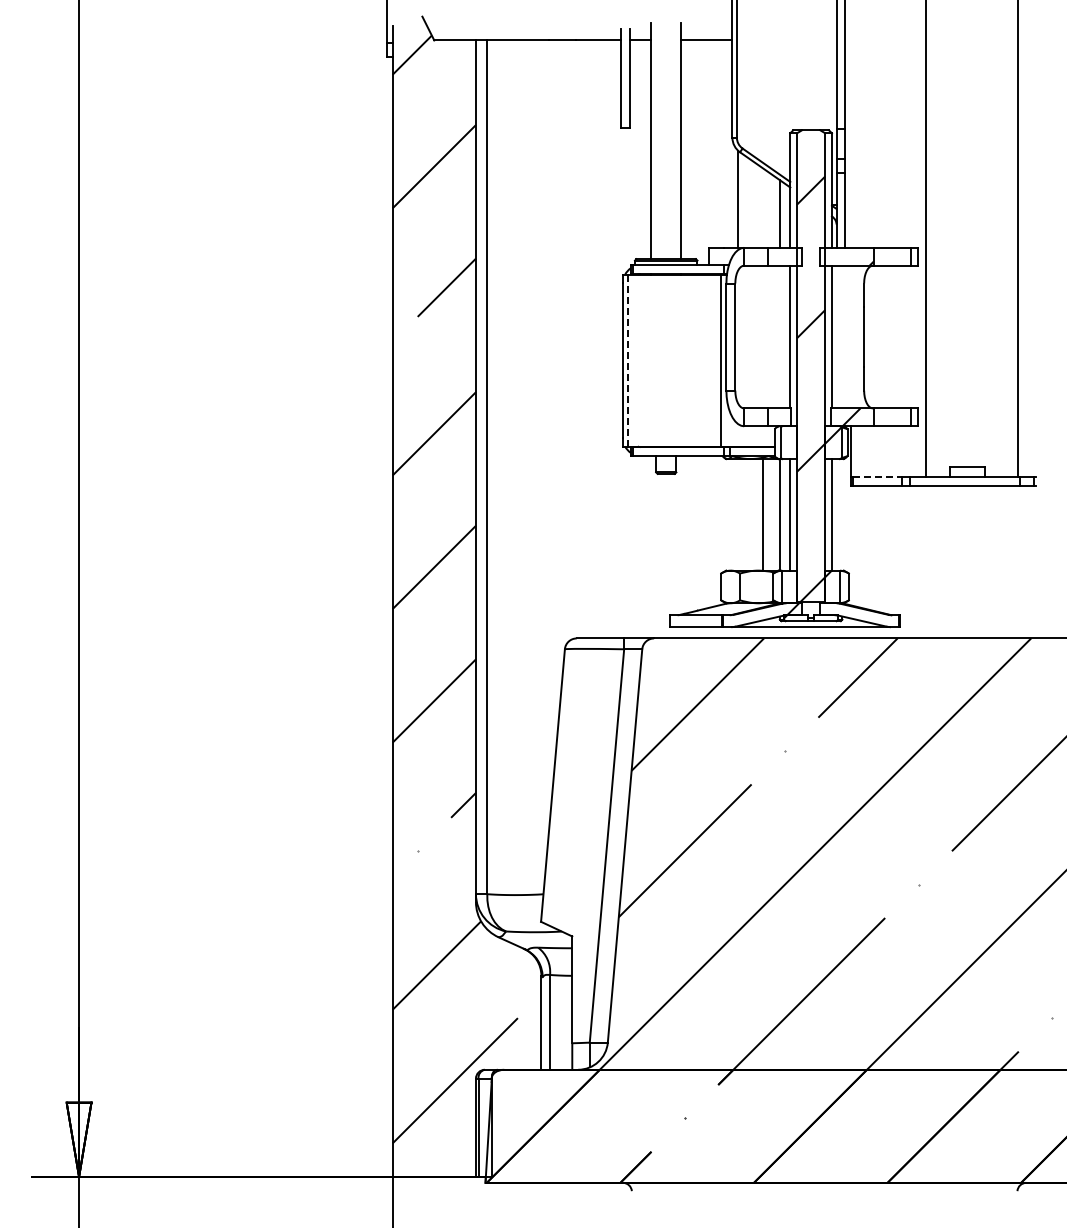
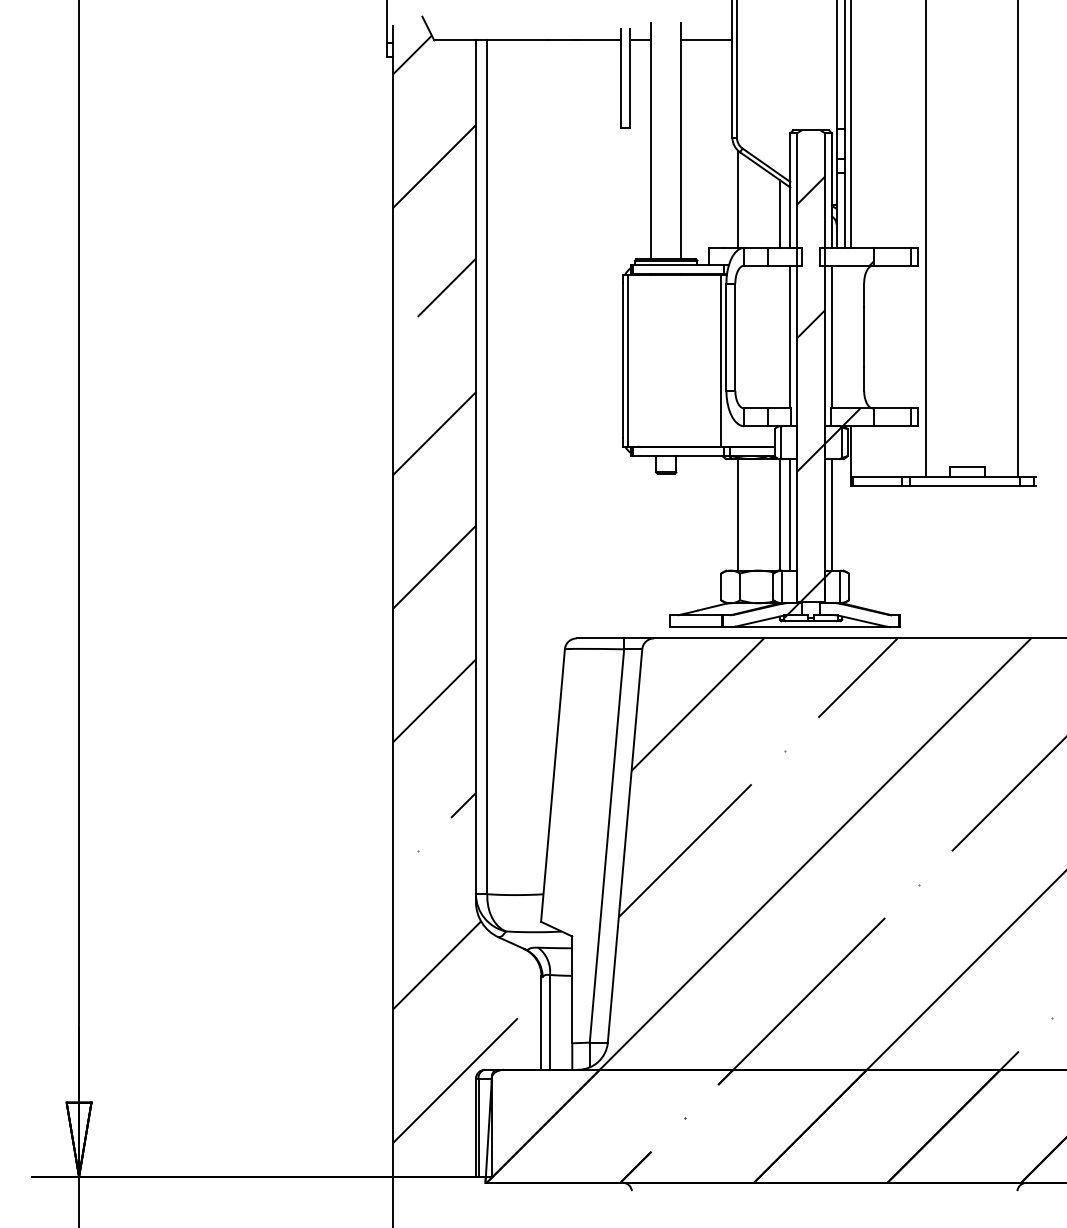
line at (851, 124): none -> present
line at (628, 360): dashed -> solid
line at (877, 476): dashed -> solid
line at (763, 514) position: (763, 514) -> (738, 514)
